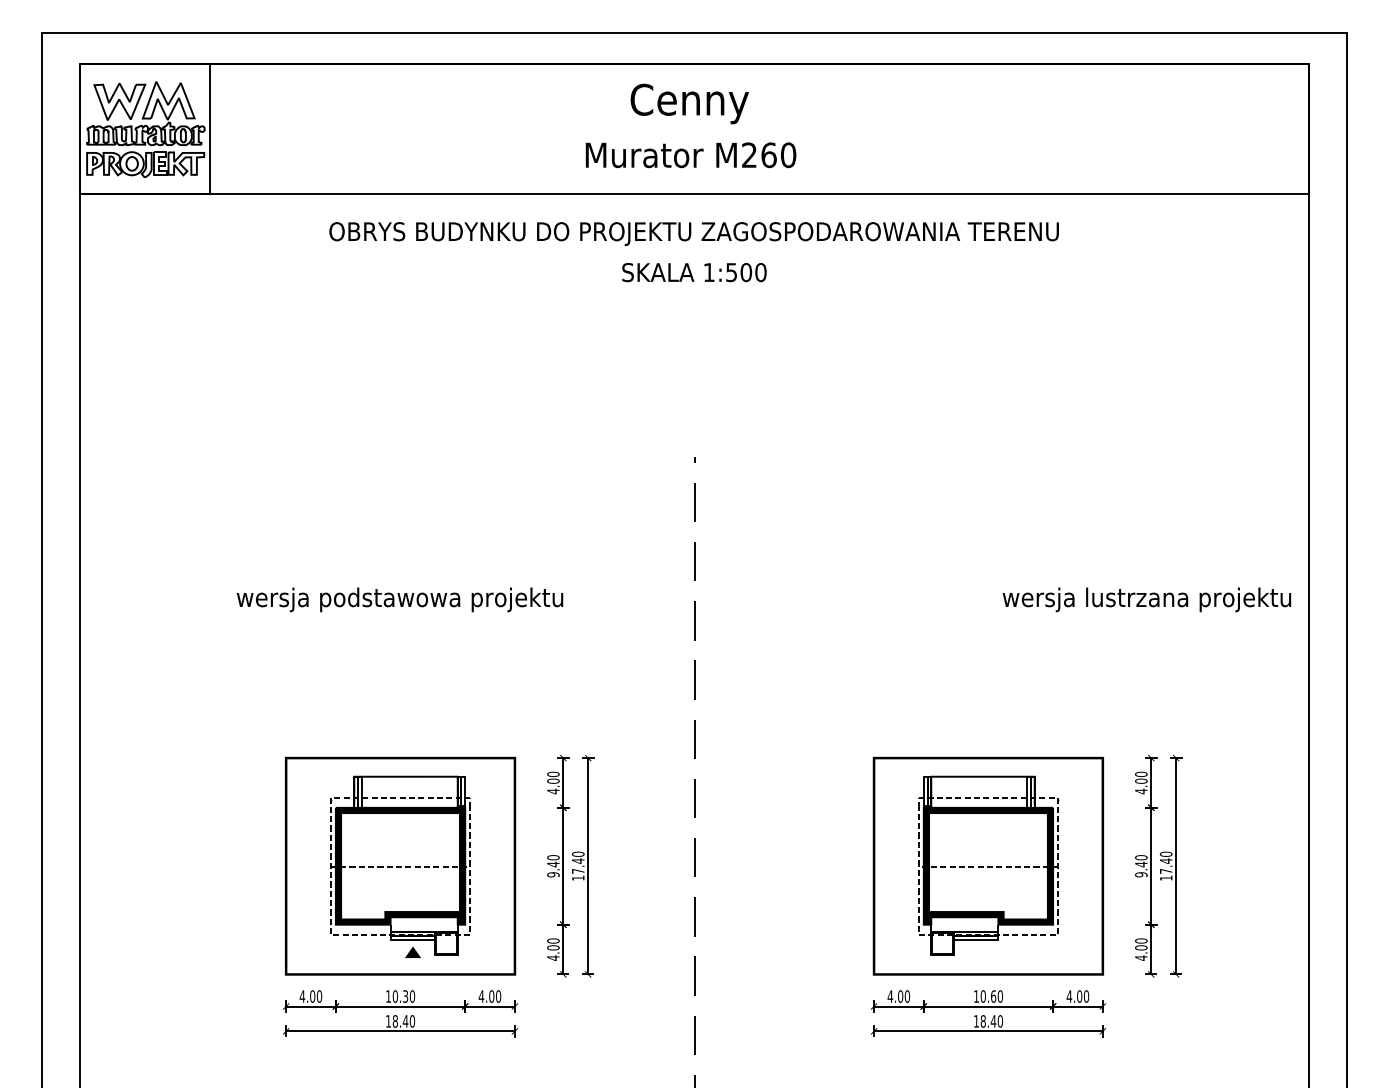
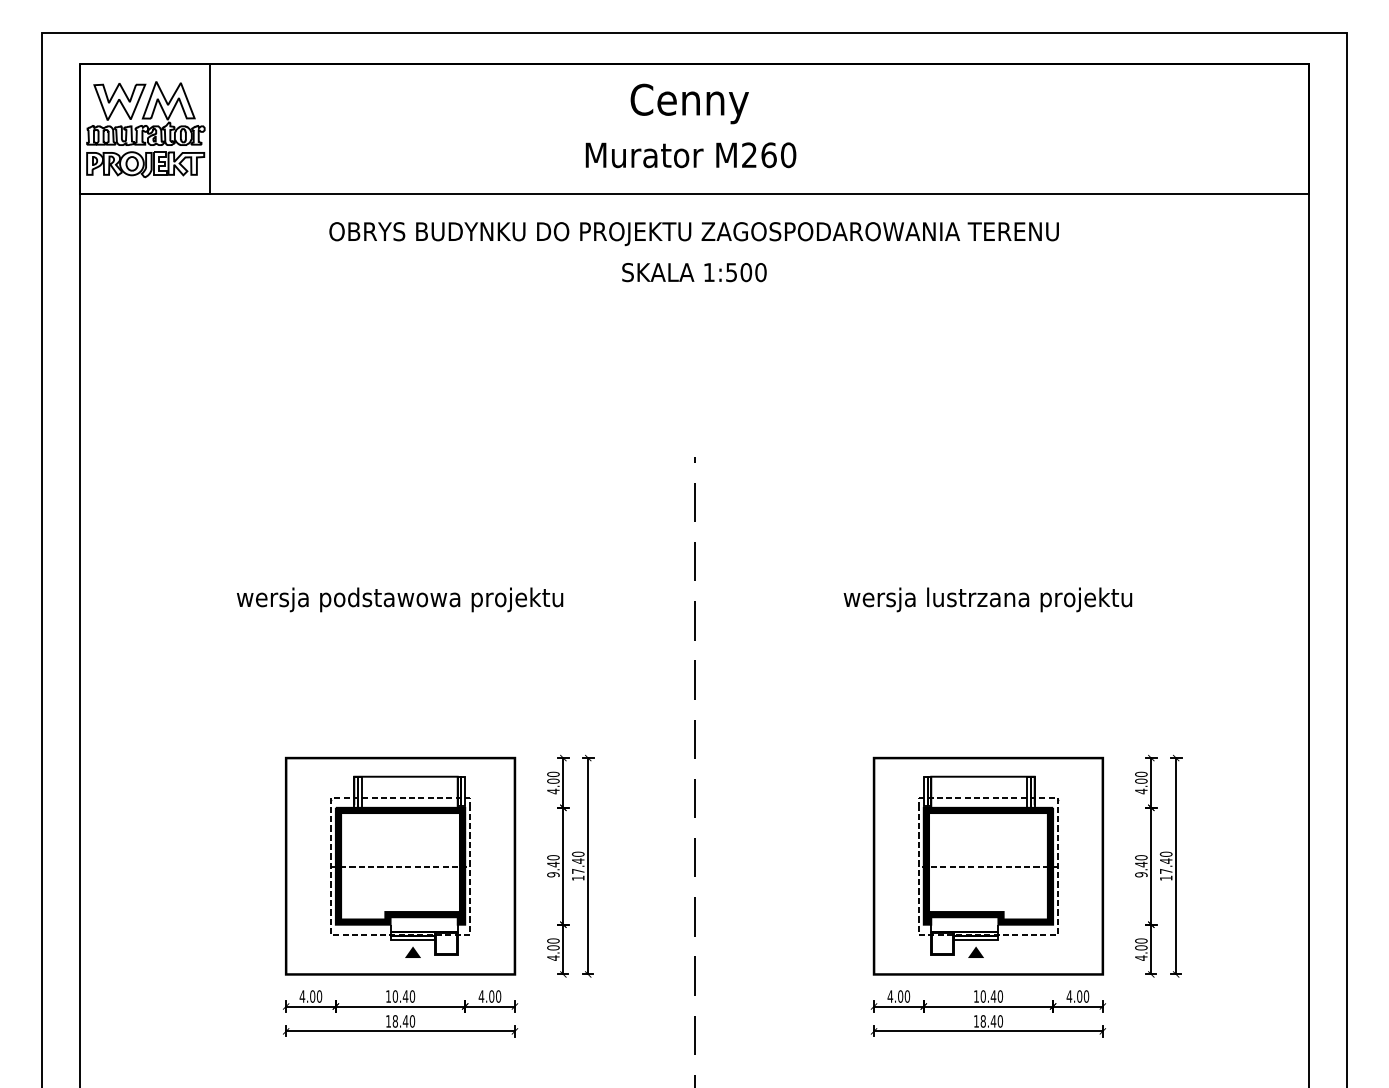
text at (1146, 599) position: (1146, 599) -> (987, 599)
fill at (975, 952): none -> present
text at (405, 996): 10.30 -> 10.40
text at (993, 996): 10.60 -> 10.40
